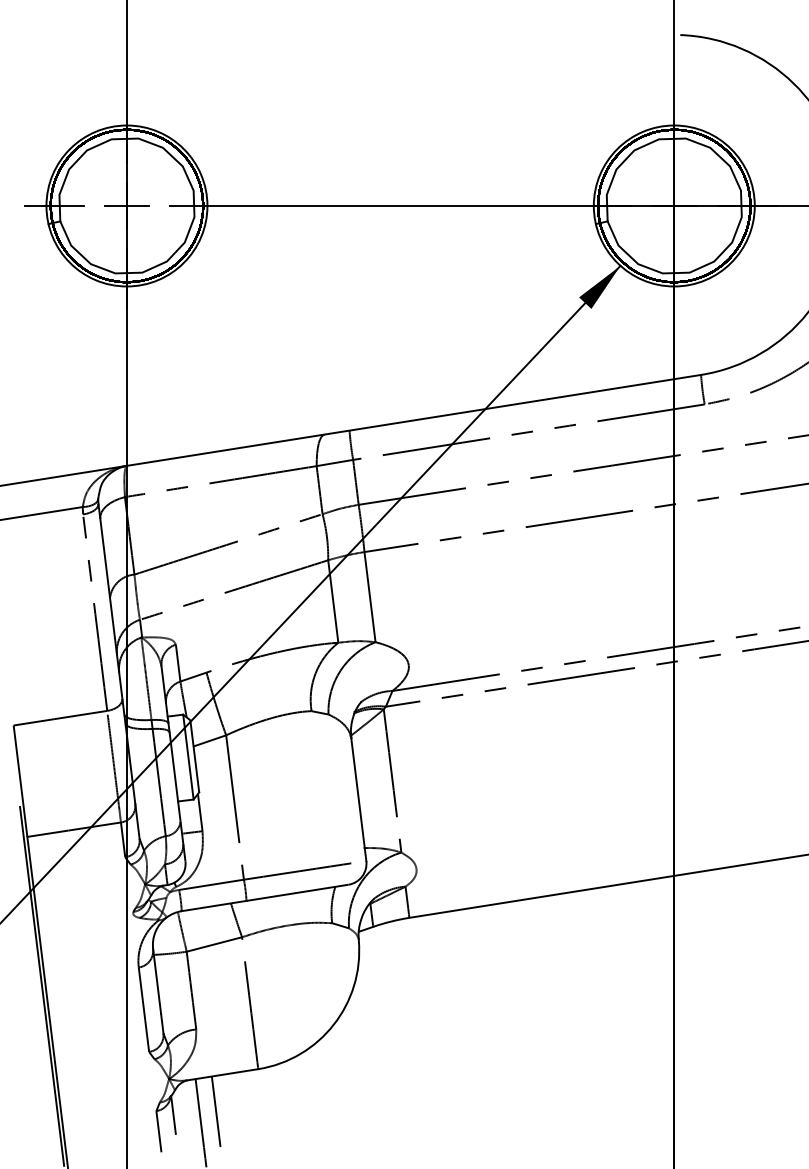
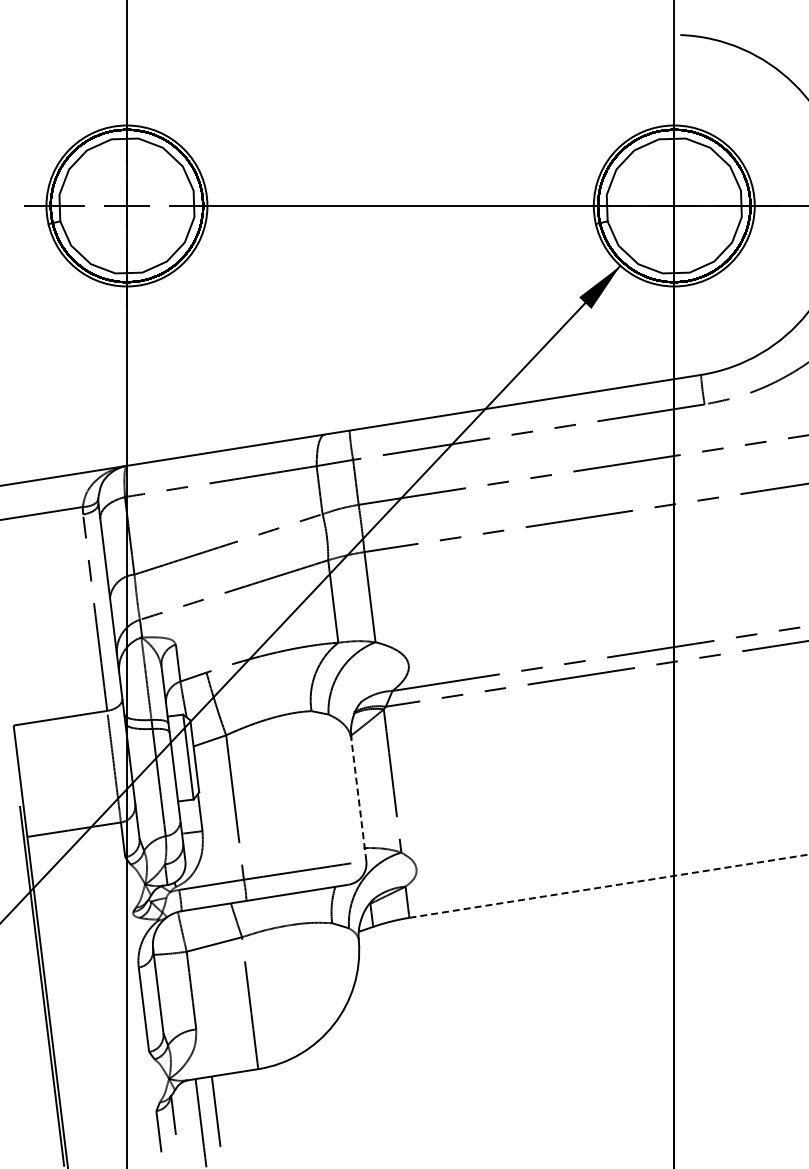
line at (358, 799): solid -> dashed
line at (608, 886): solid -> dashed
